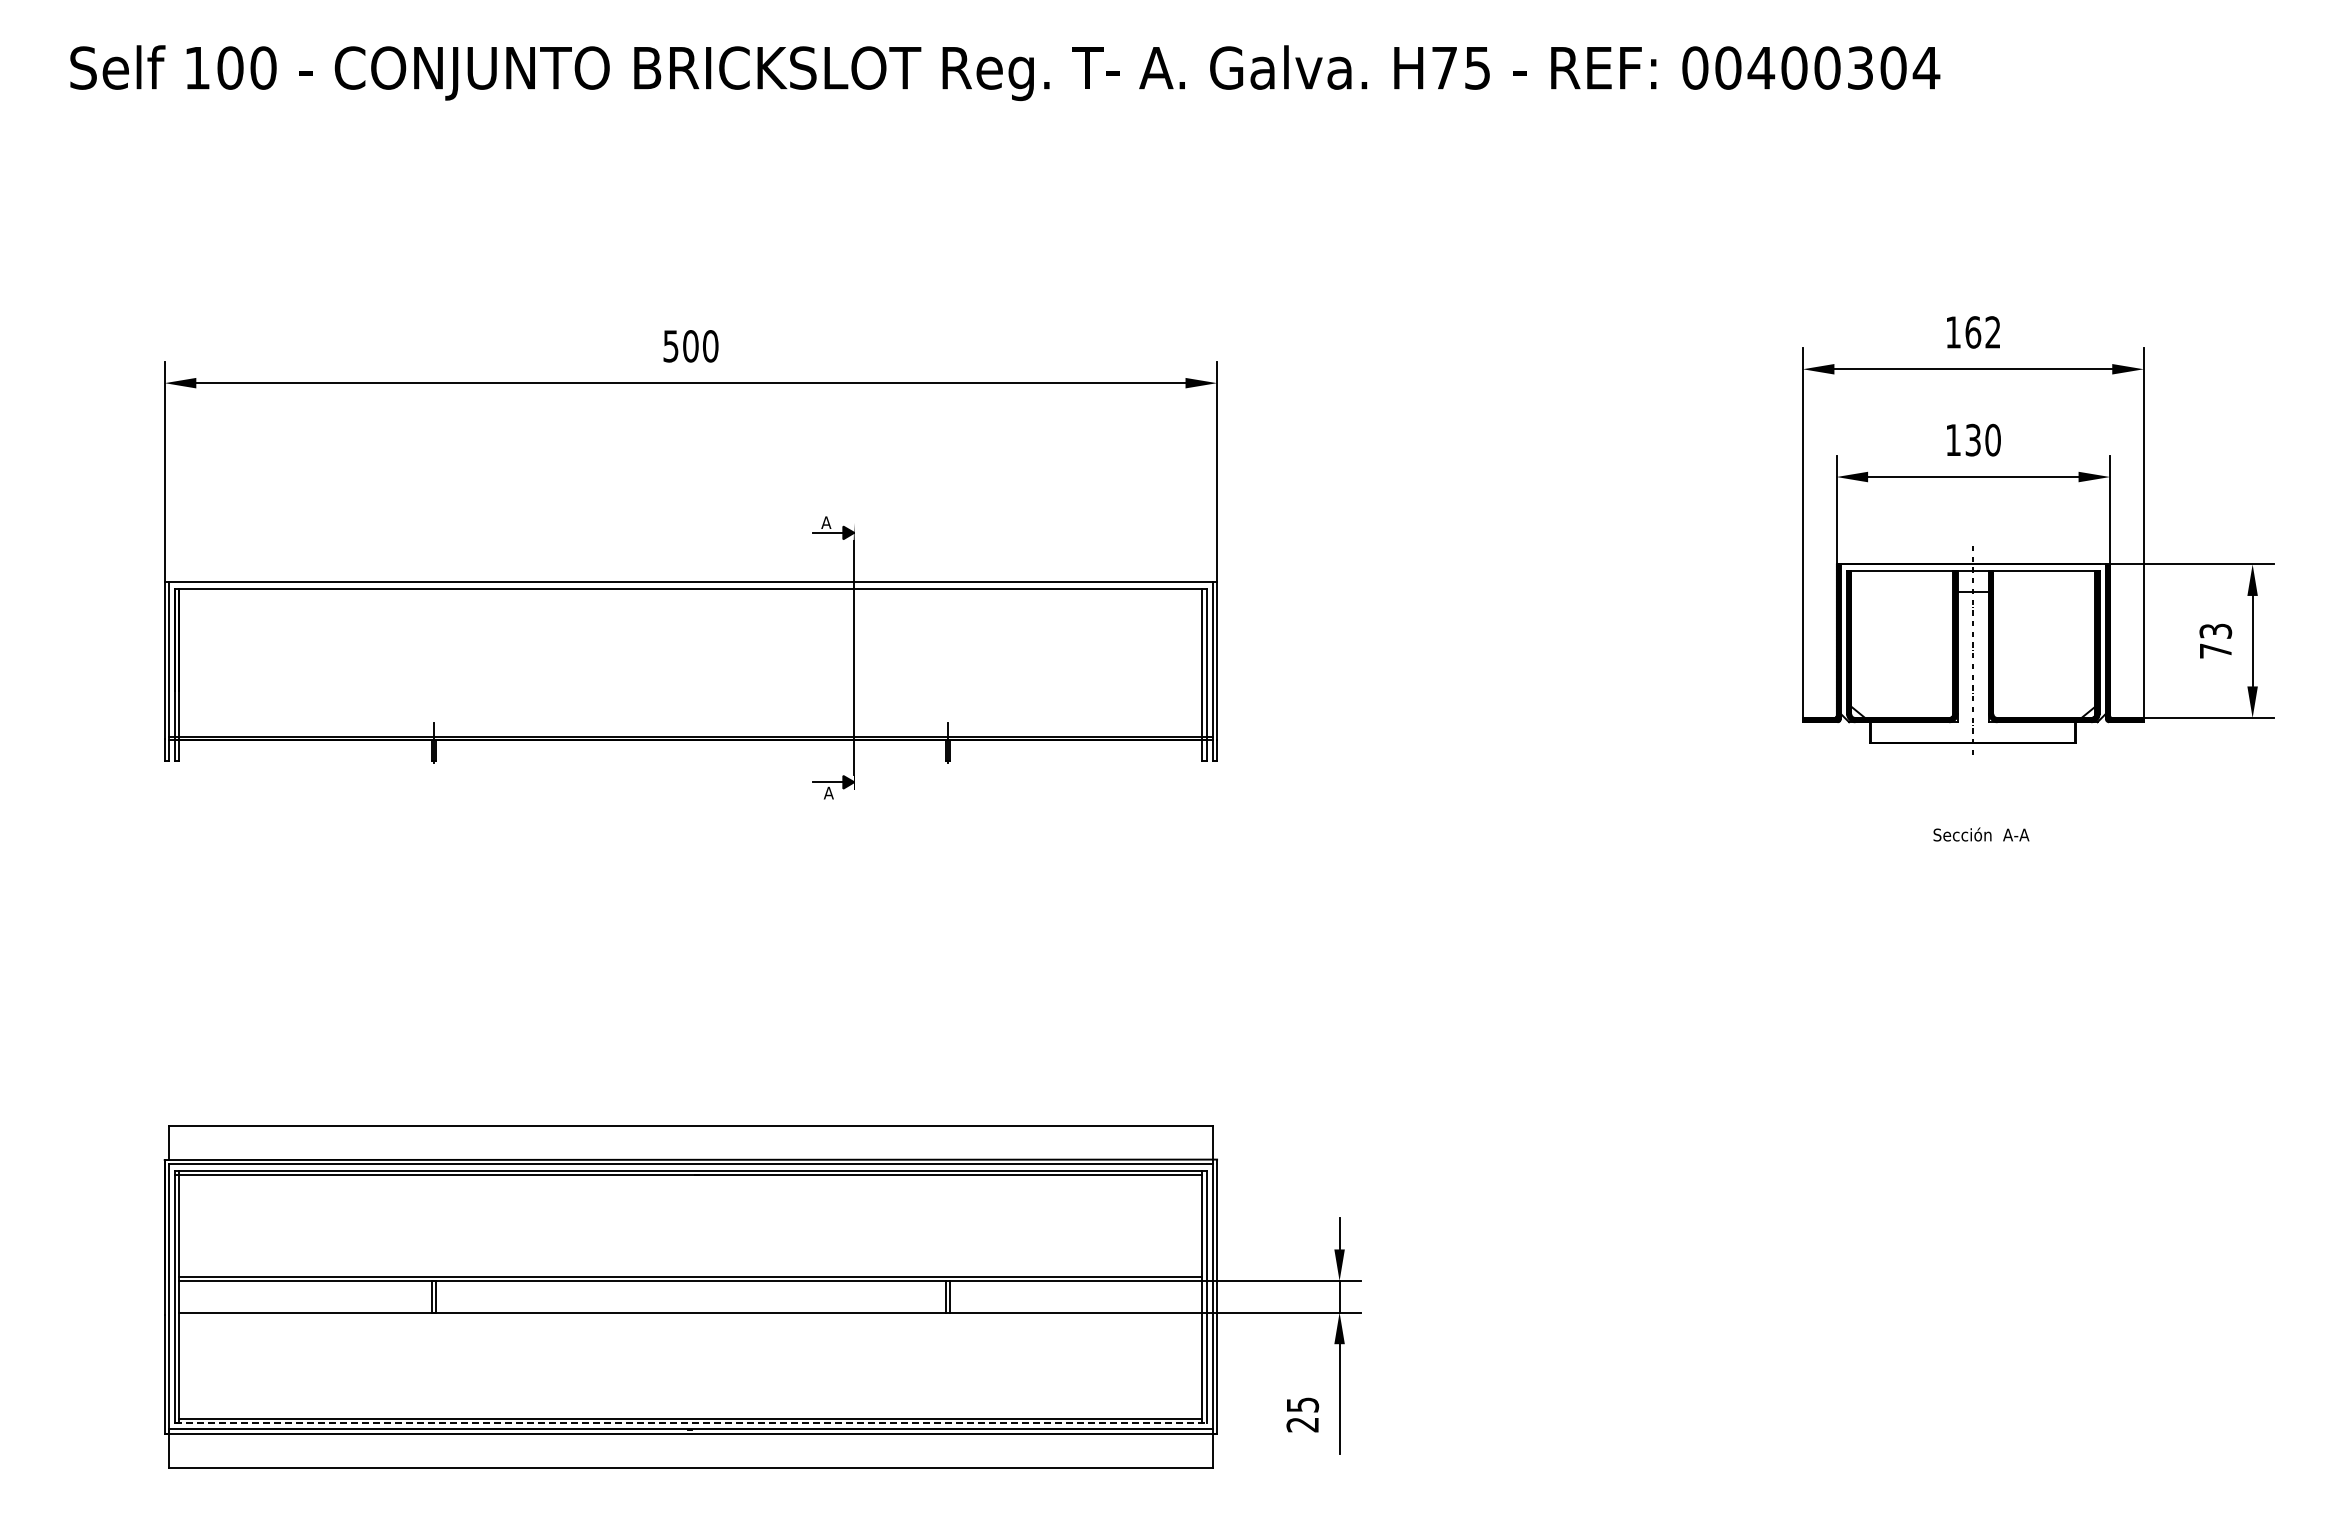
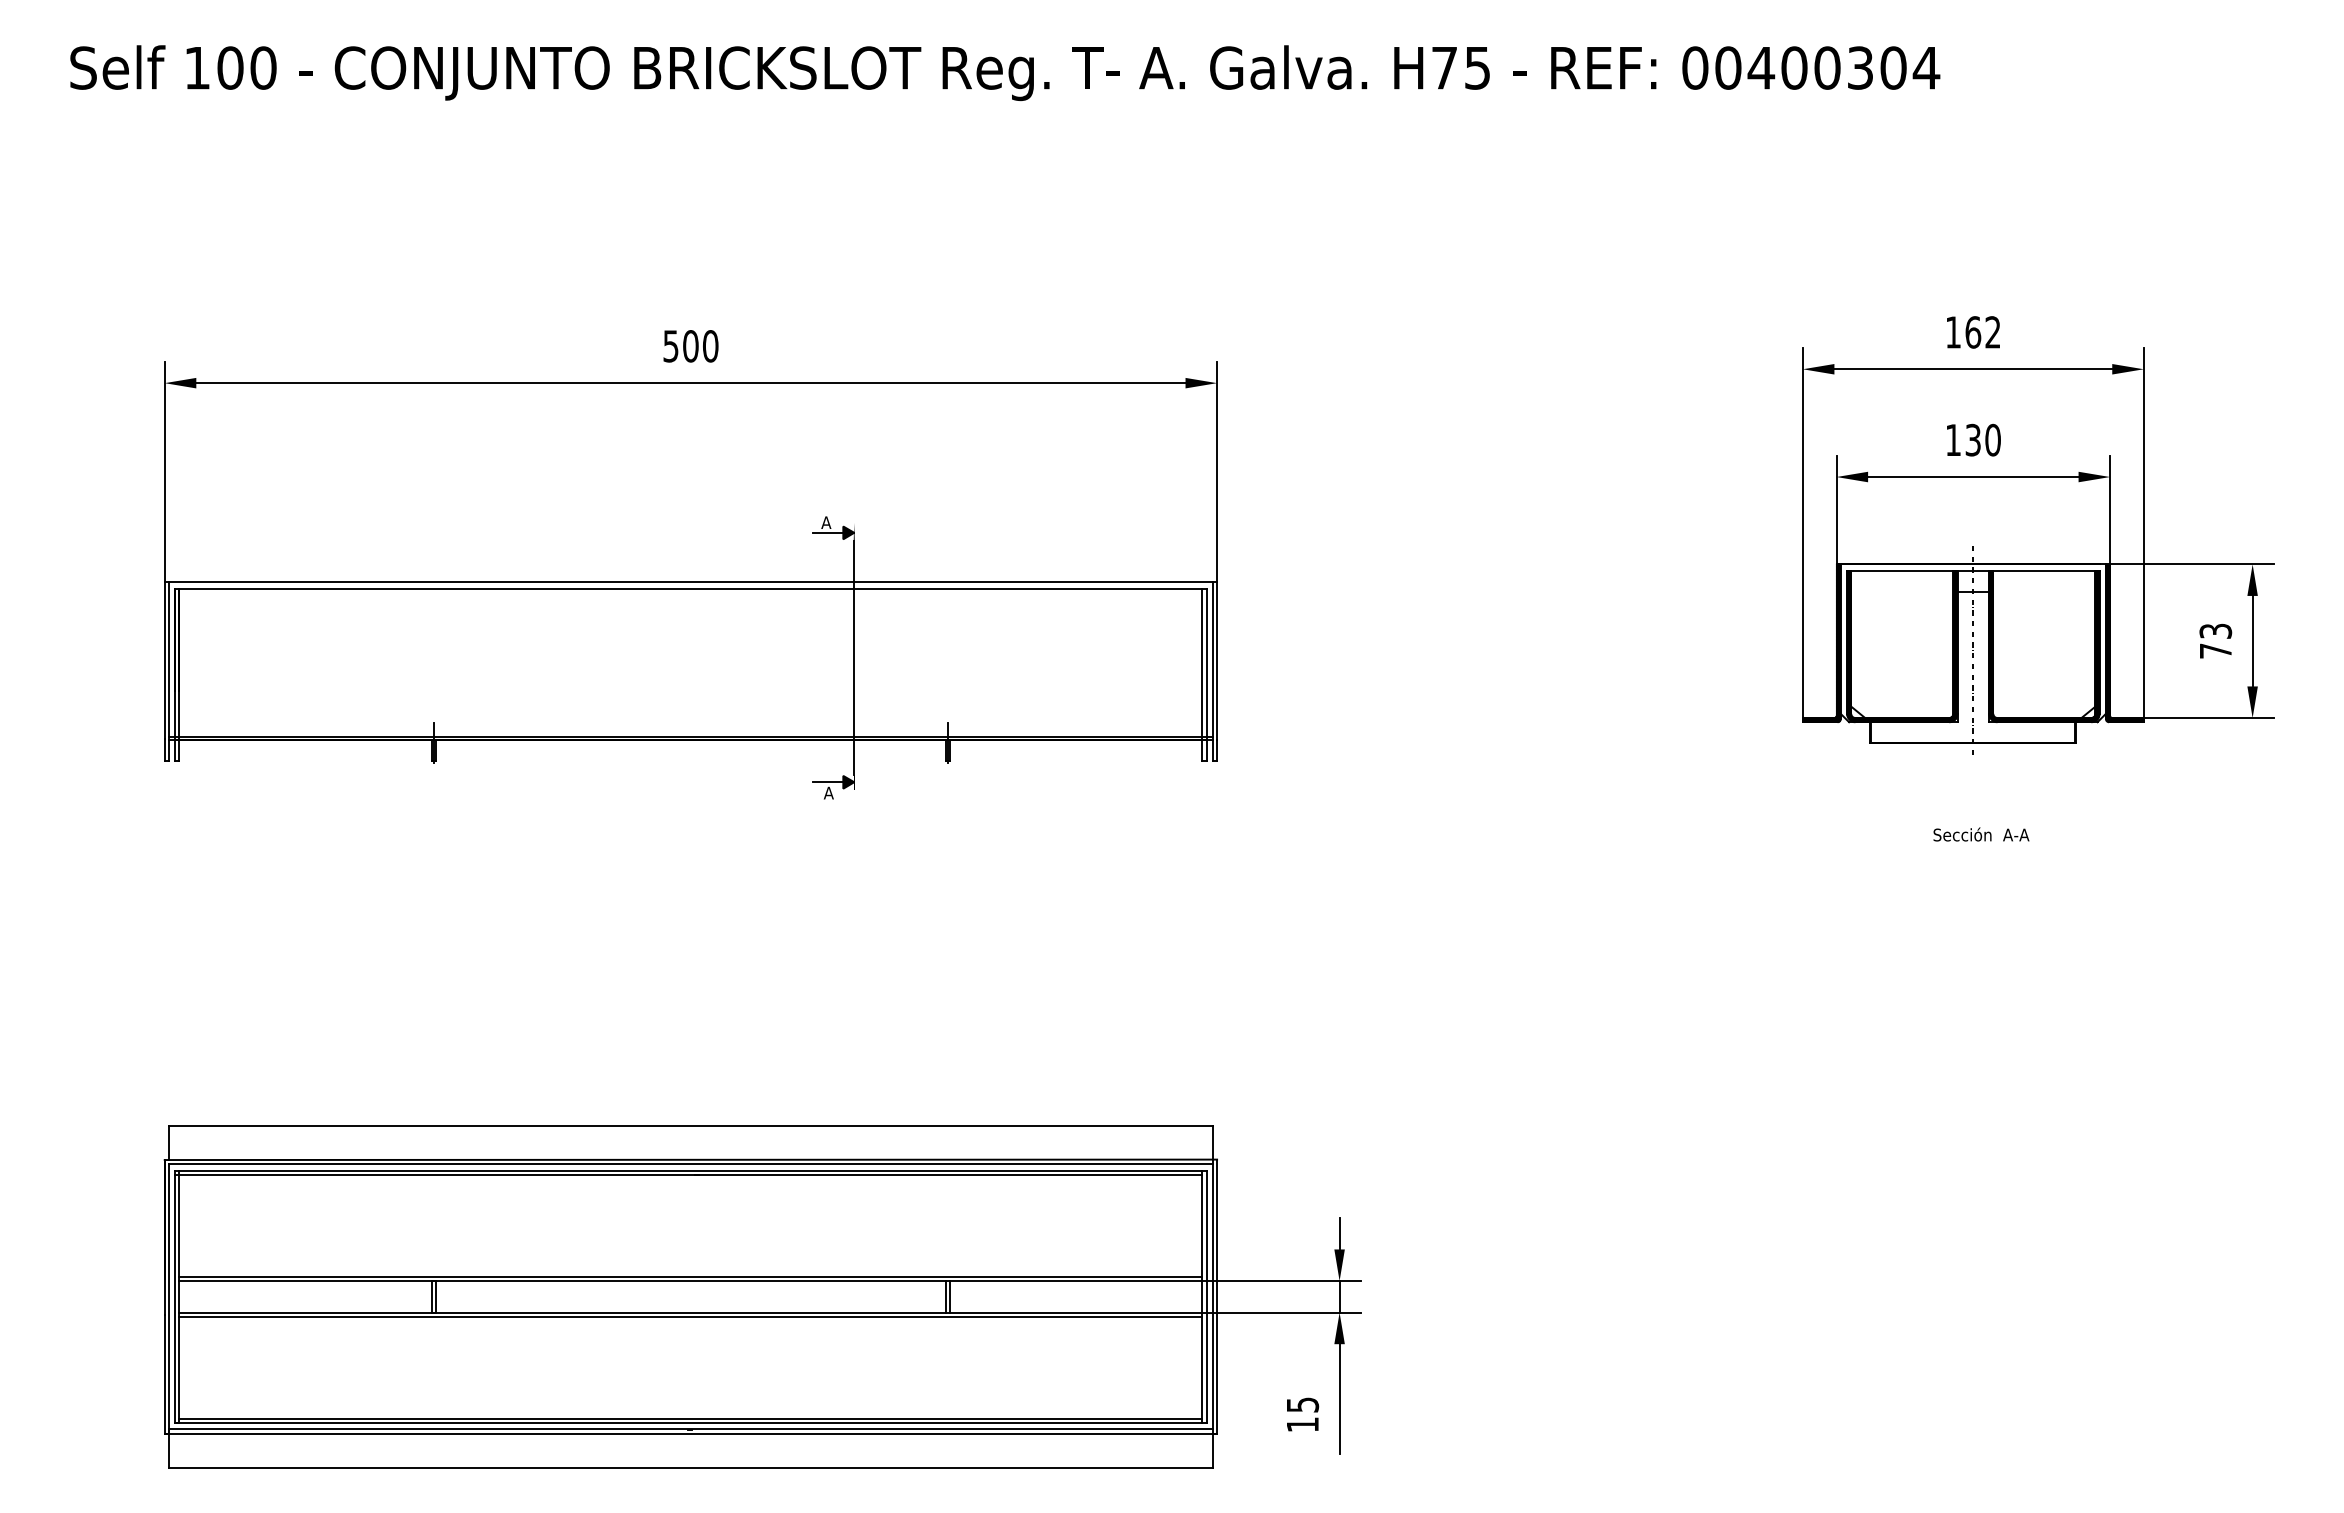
line at (690, 1316): none -> present
line at (690, 1423): dashed -> solid
text at (1302, 1424): 25 -> 15
